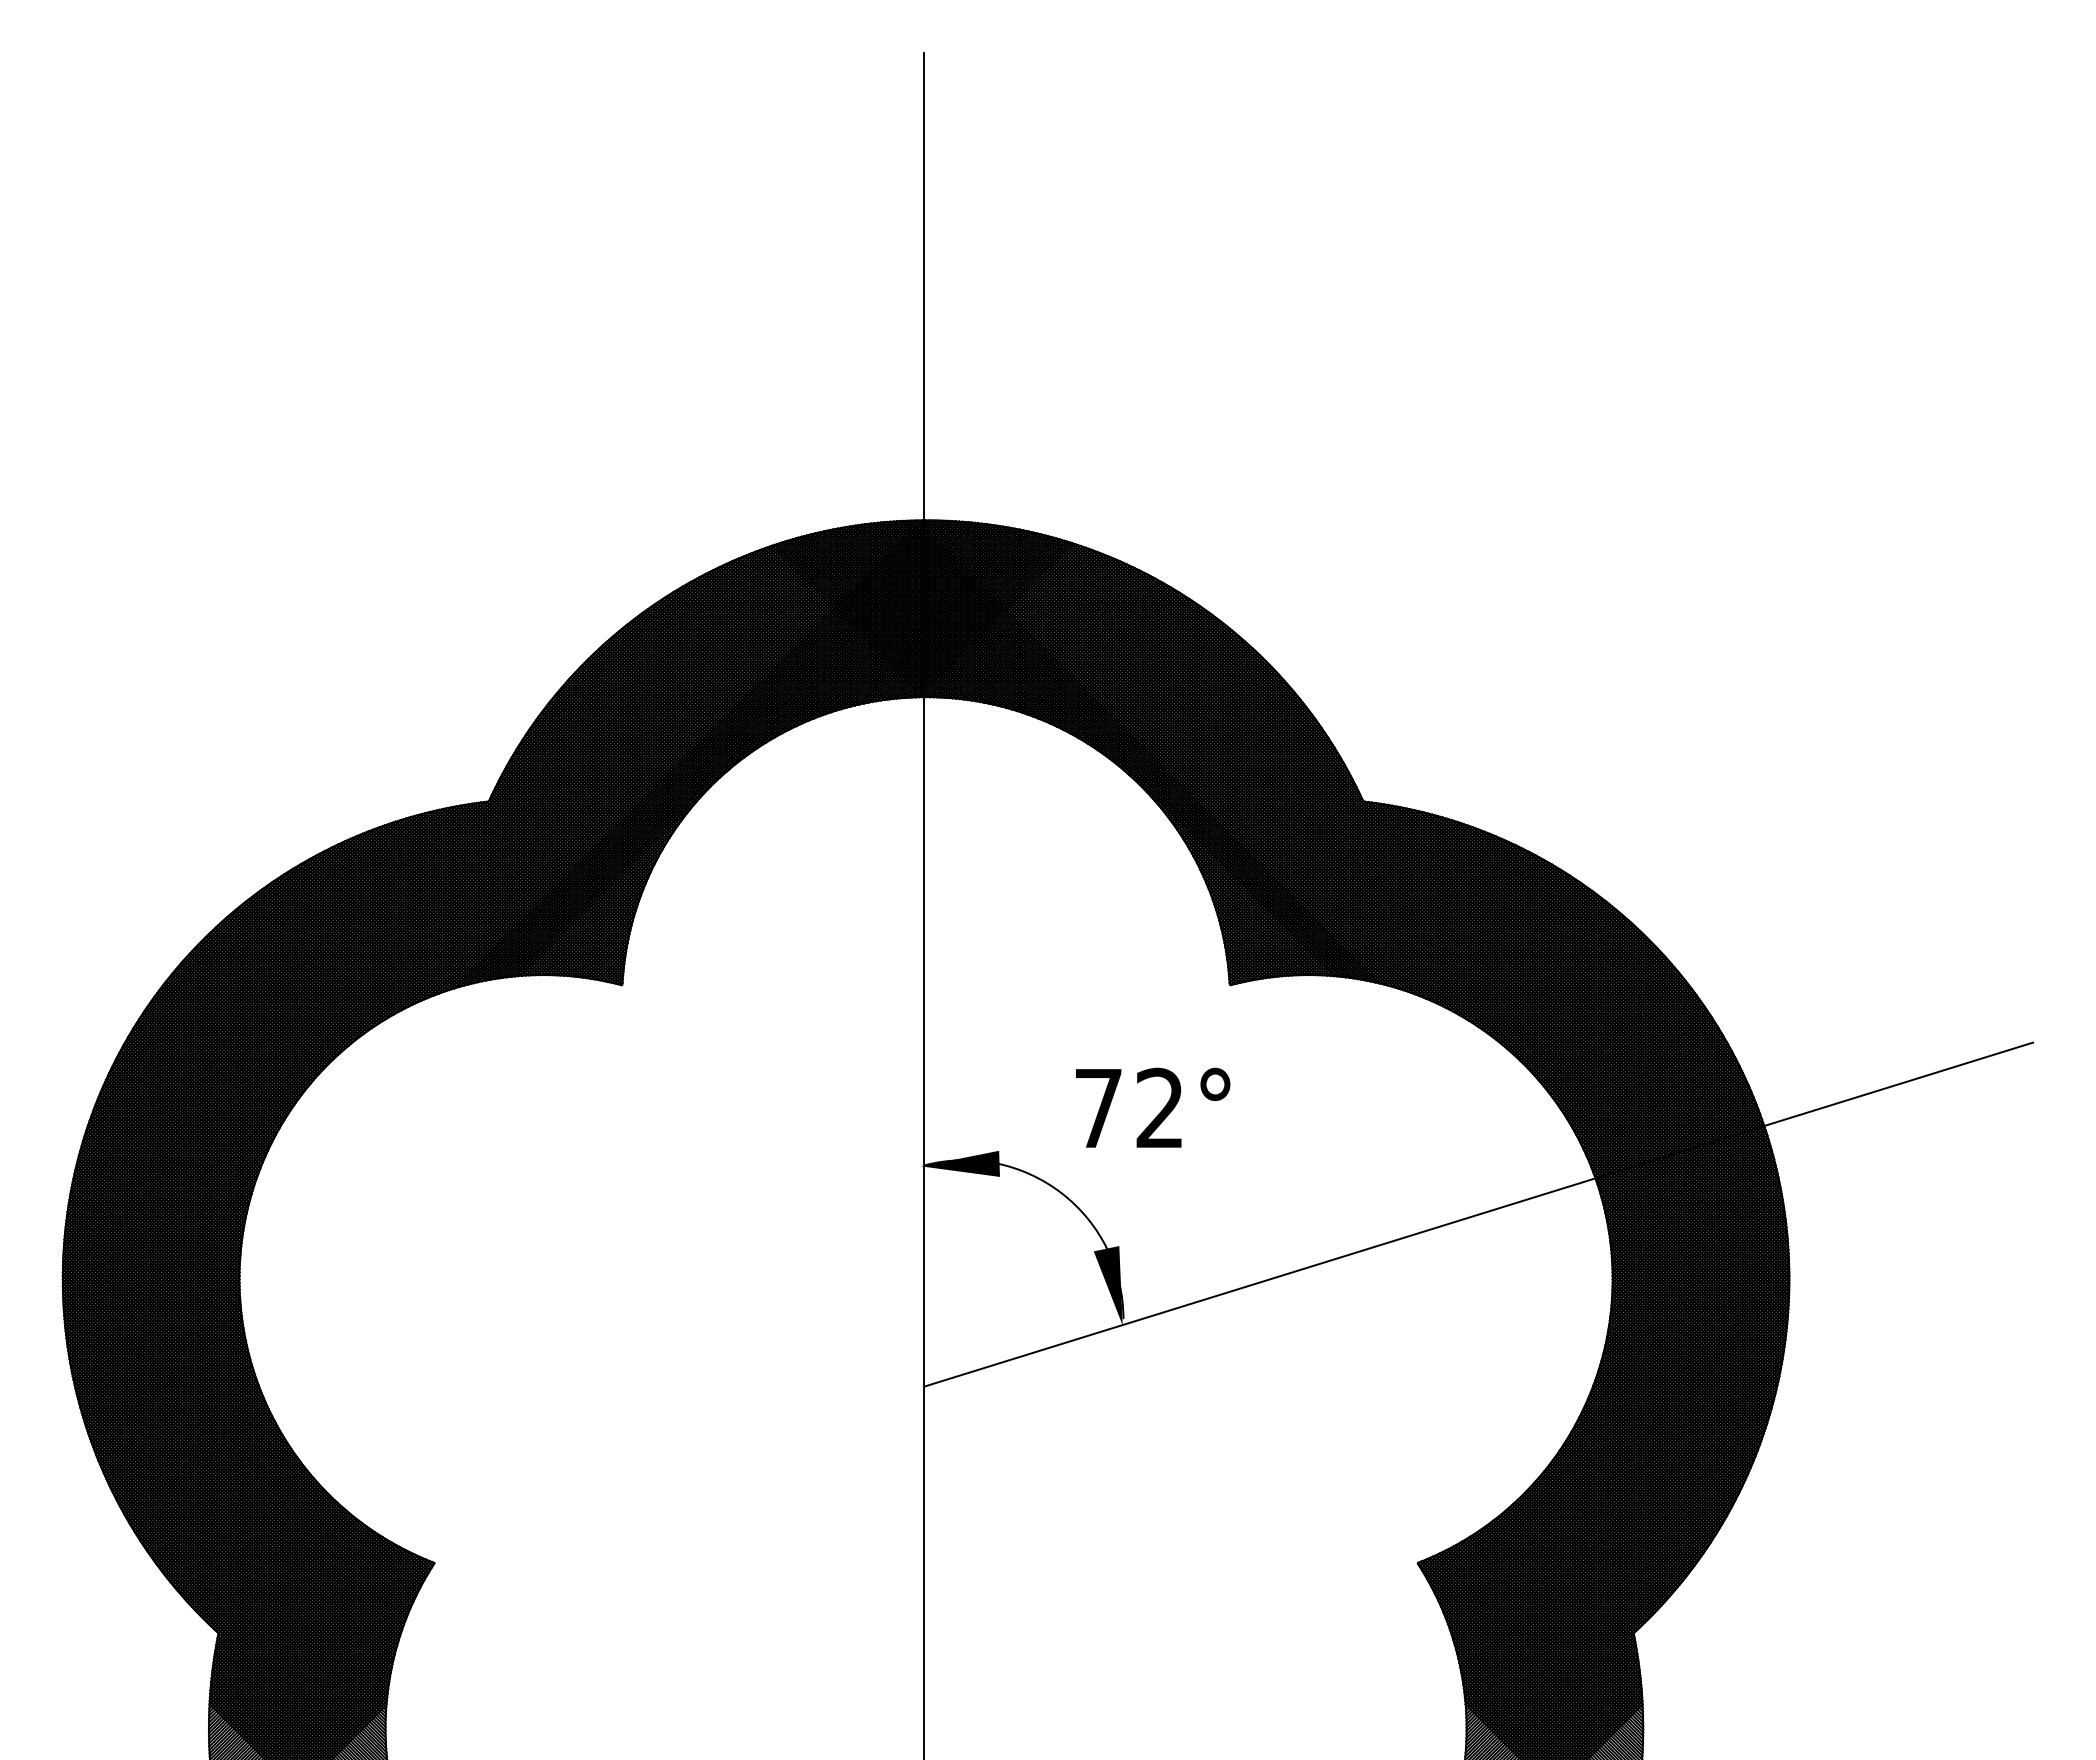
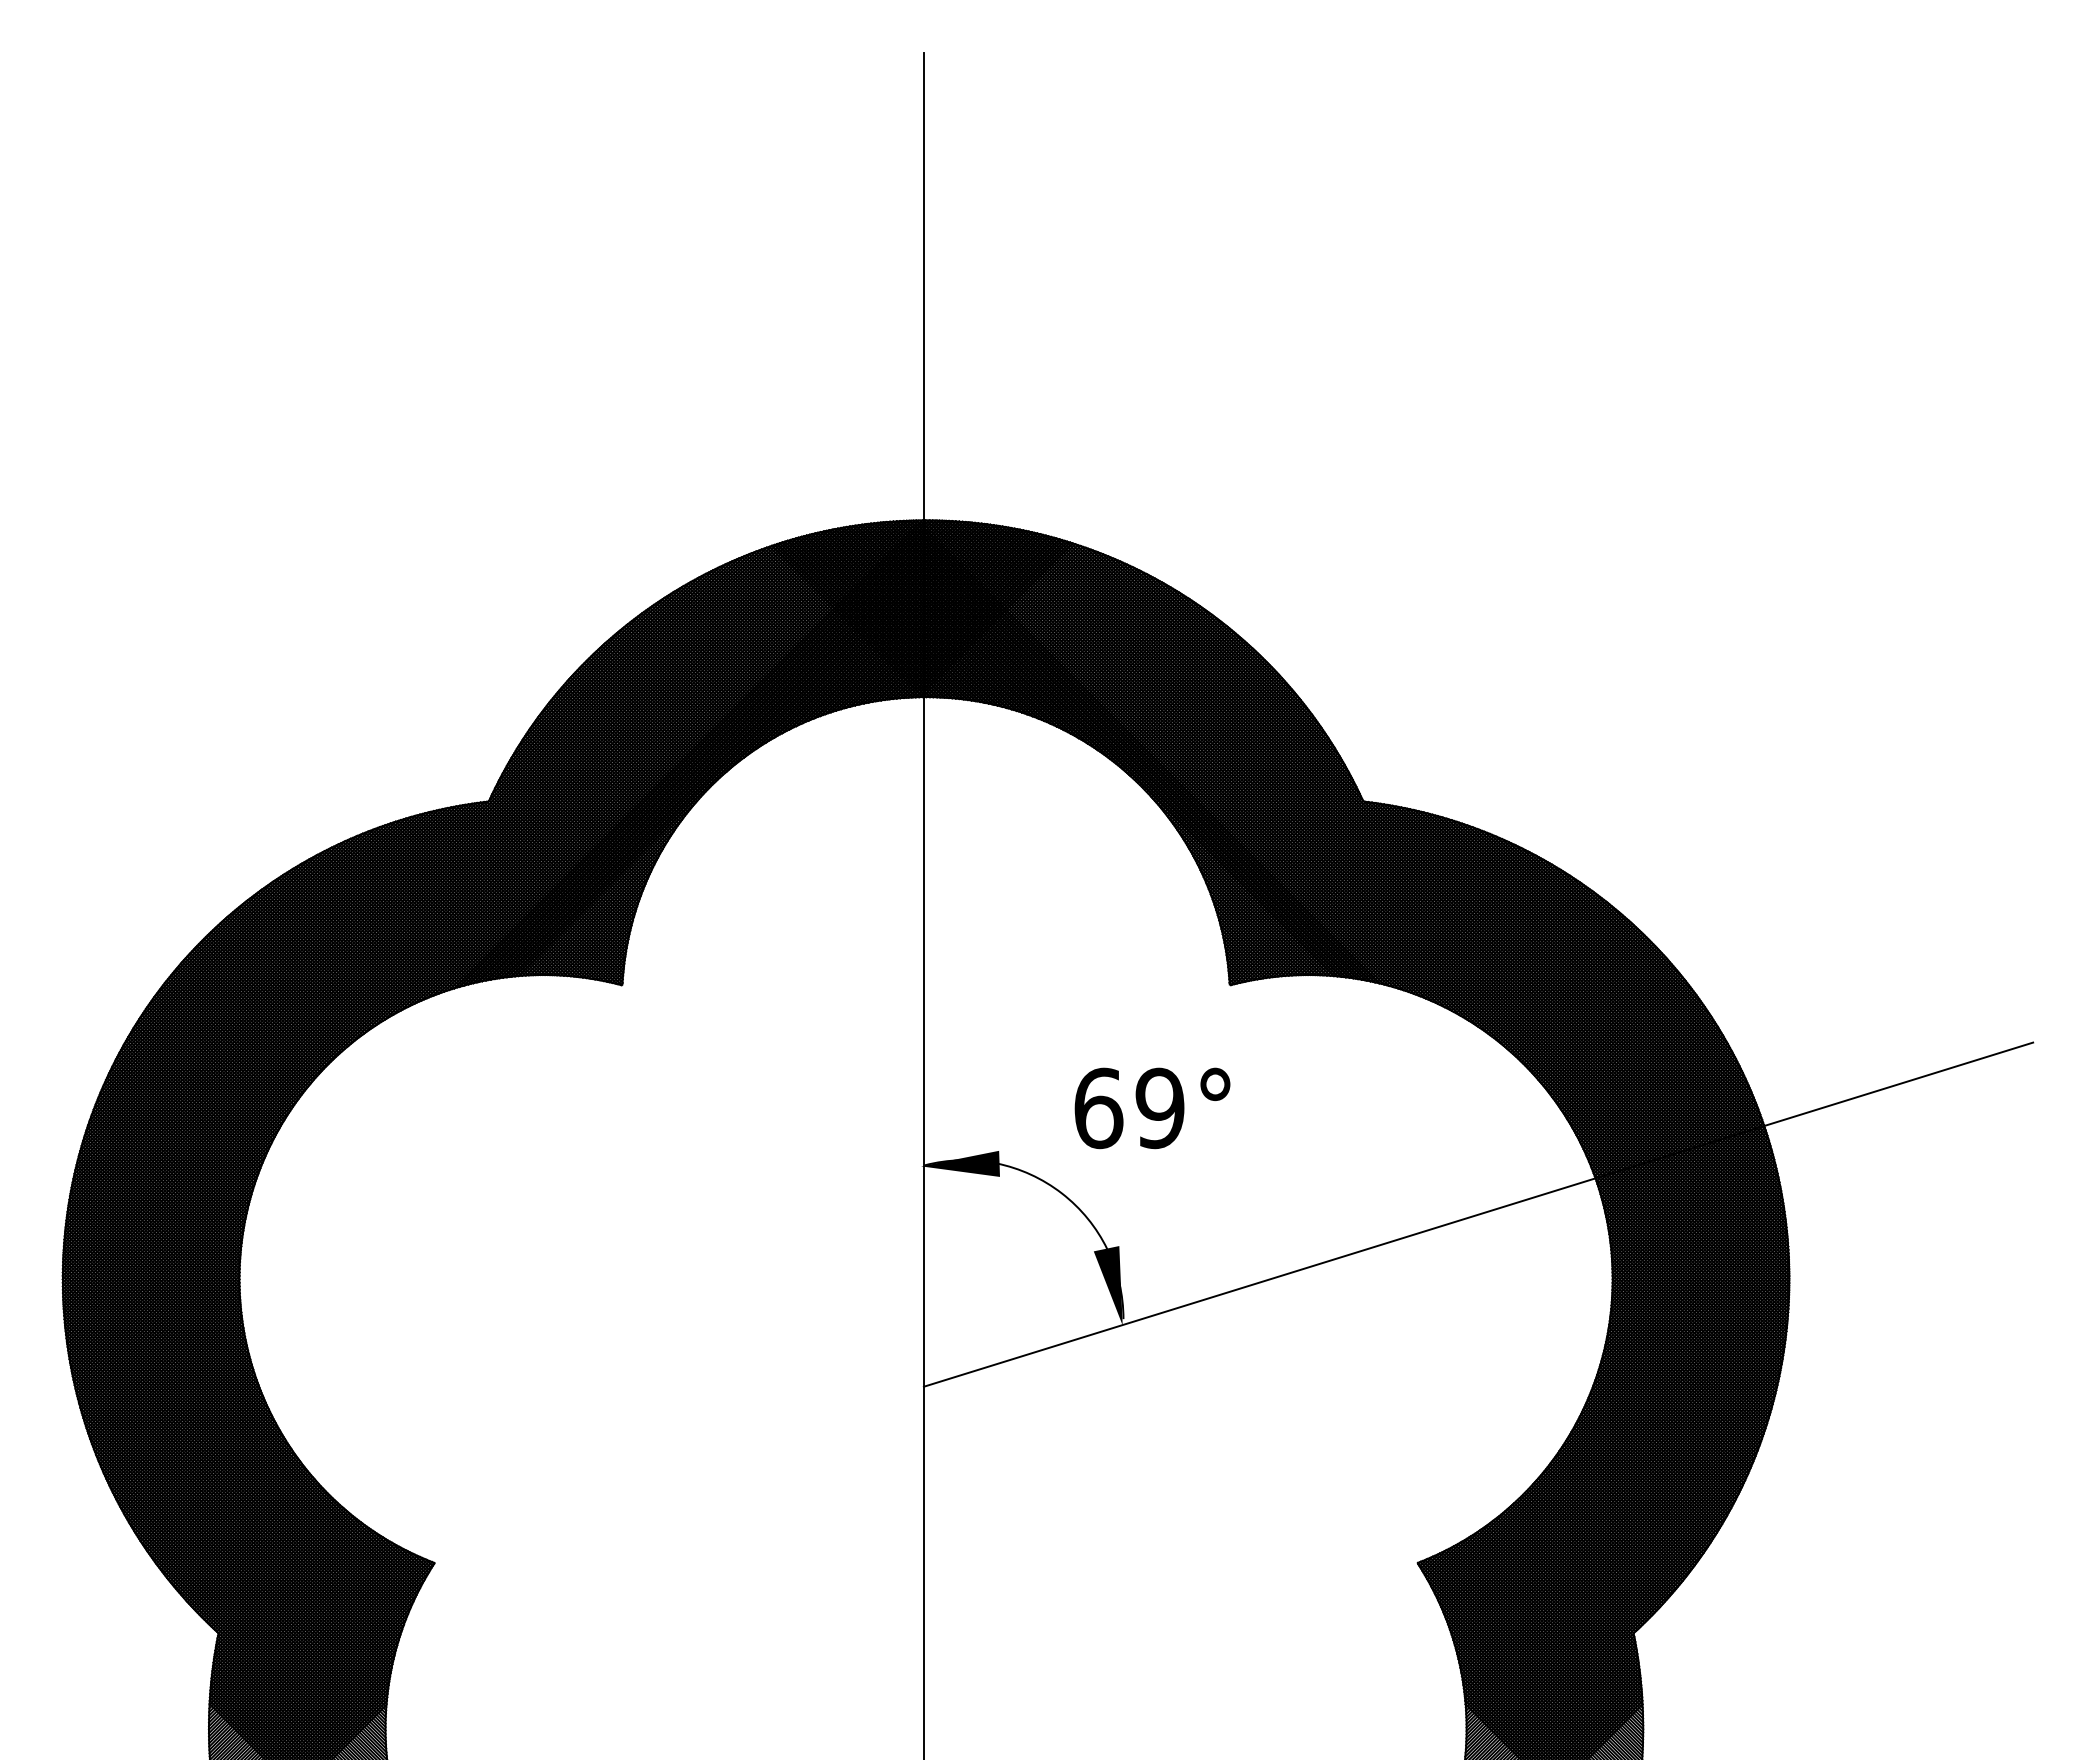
text at (1129, 1108): 72° -> 69°
